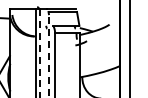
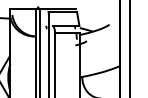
line at (40, 53): dashed -> solid
line at (48, 55): dashed -> solid
